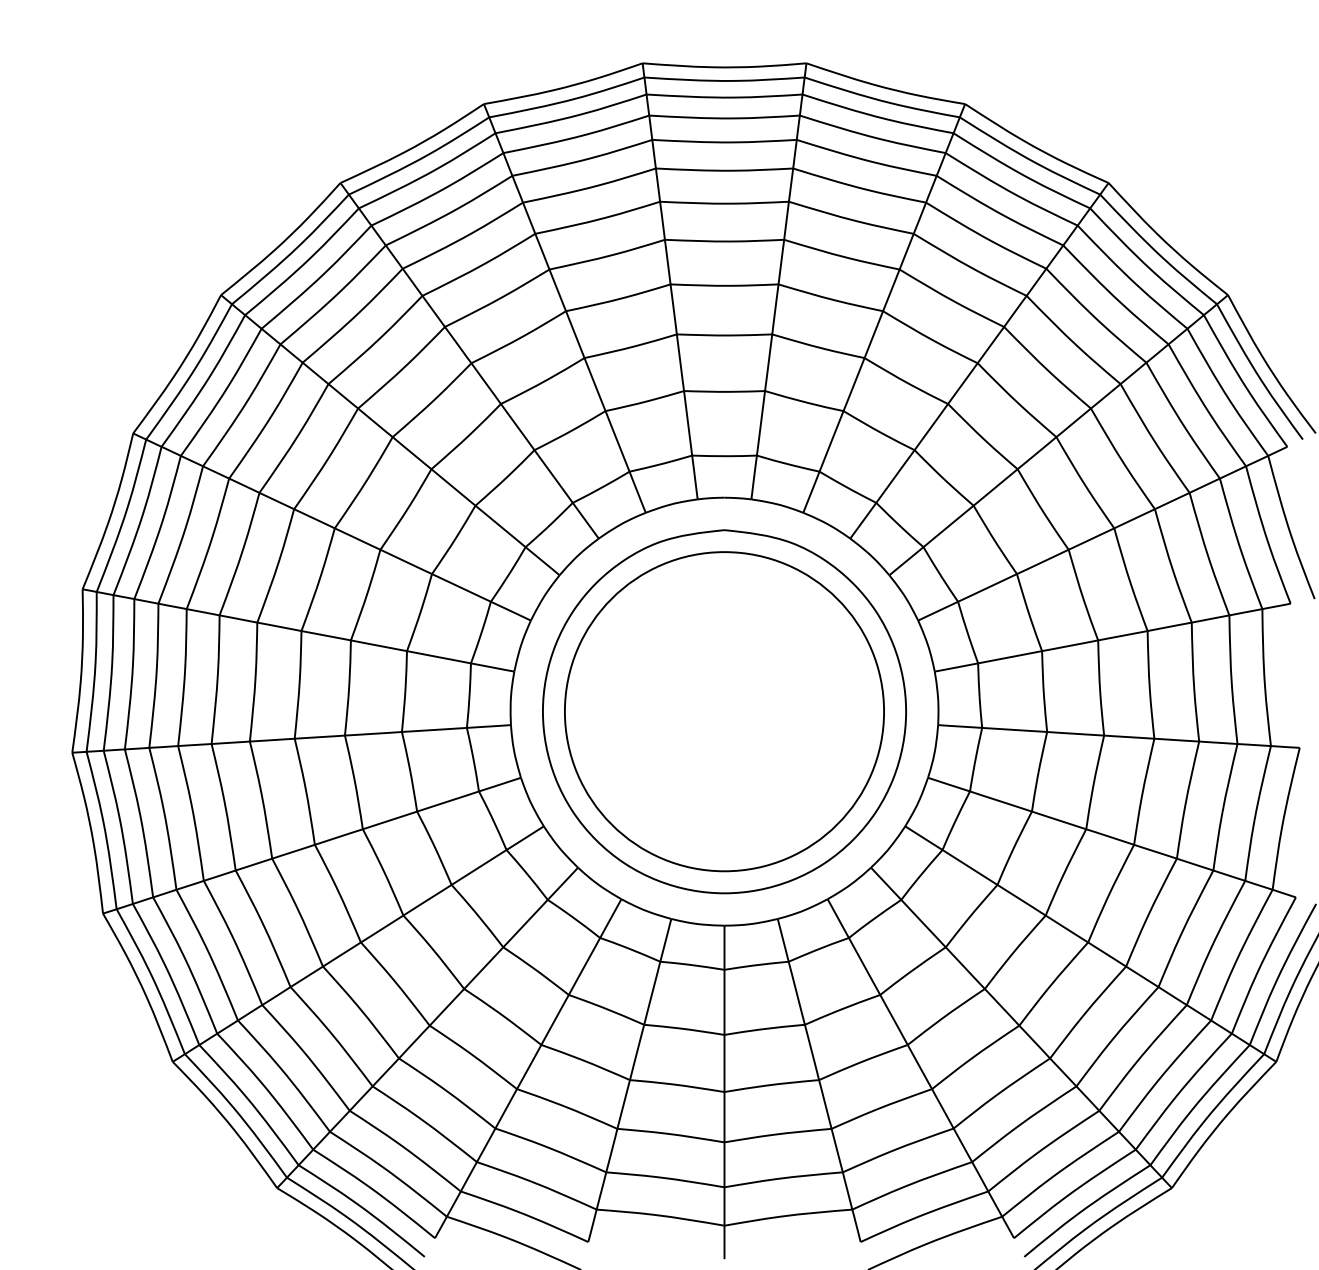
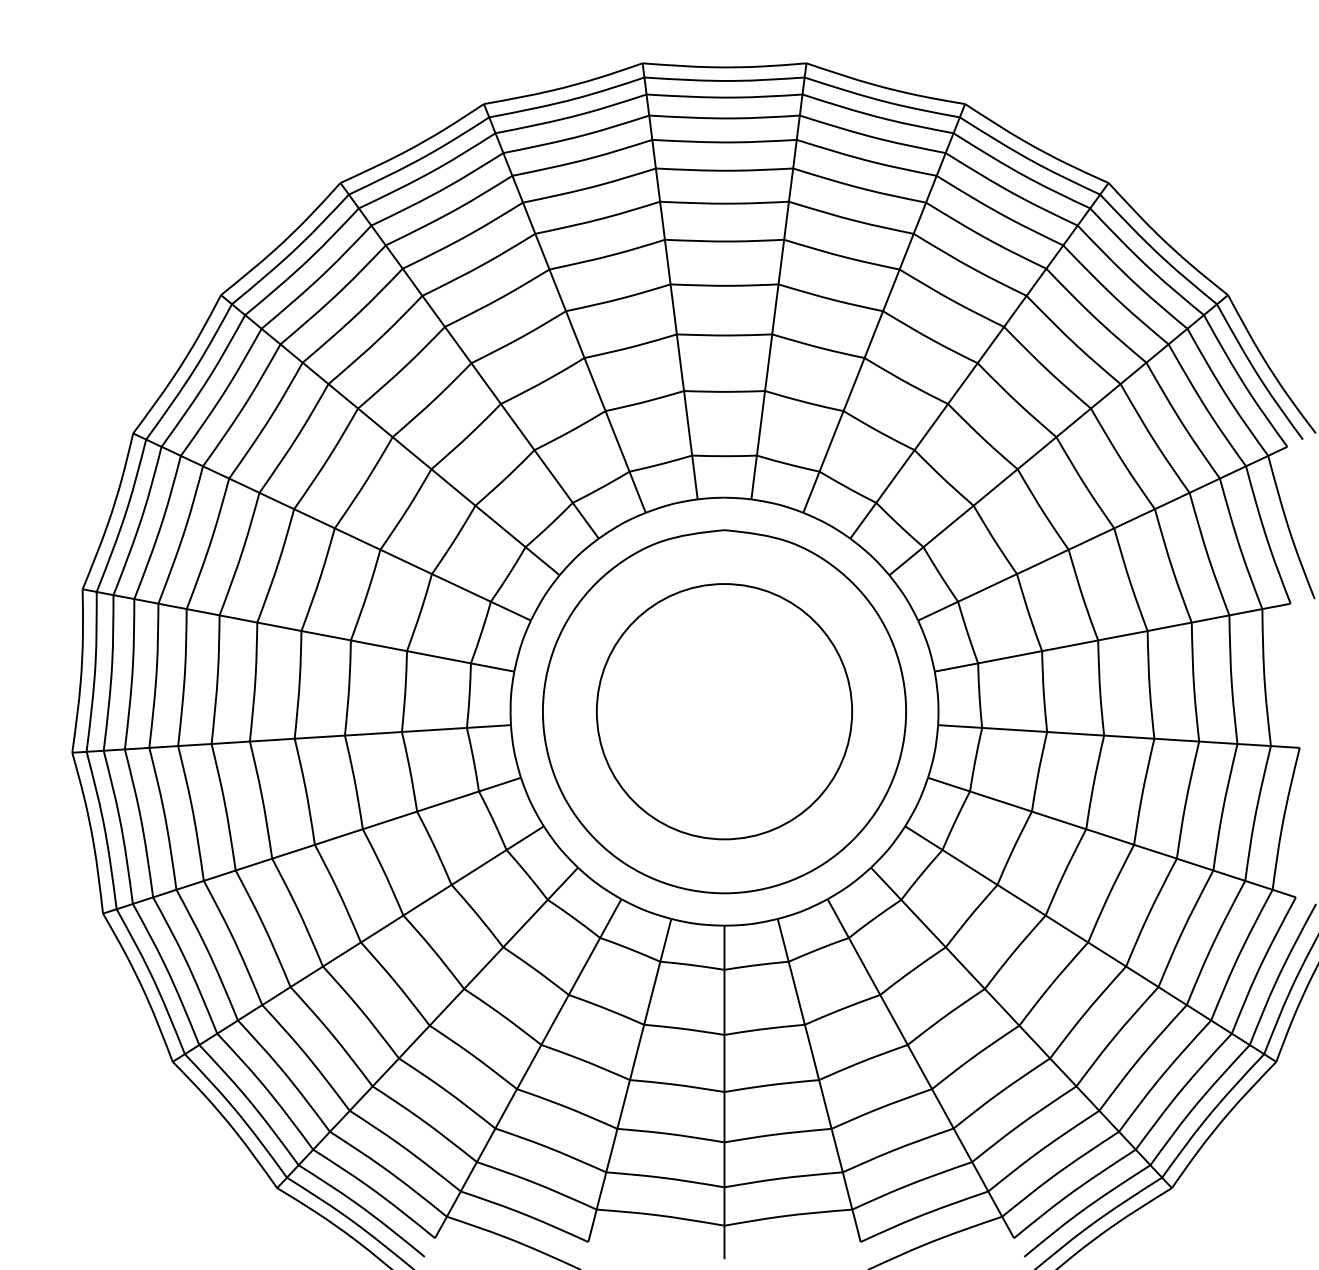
circle at (724, 711) diameter: 319 px -> 255 px
